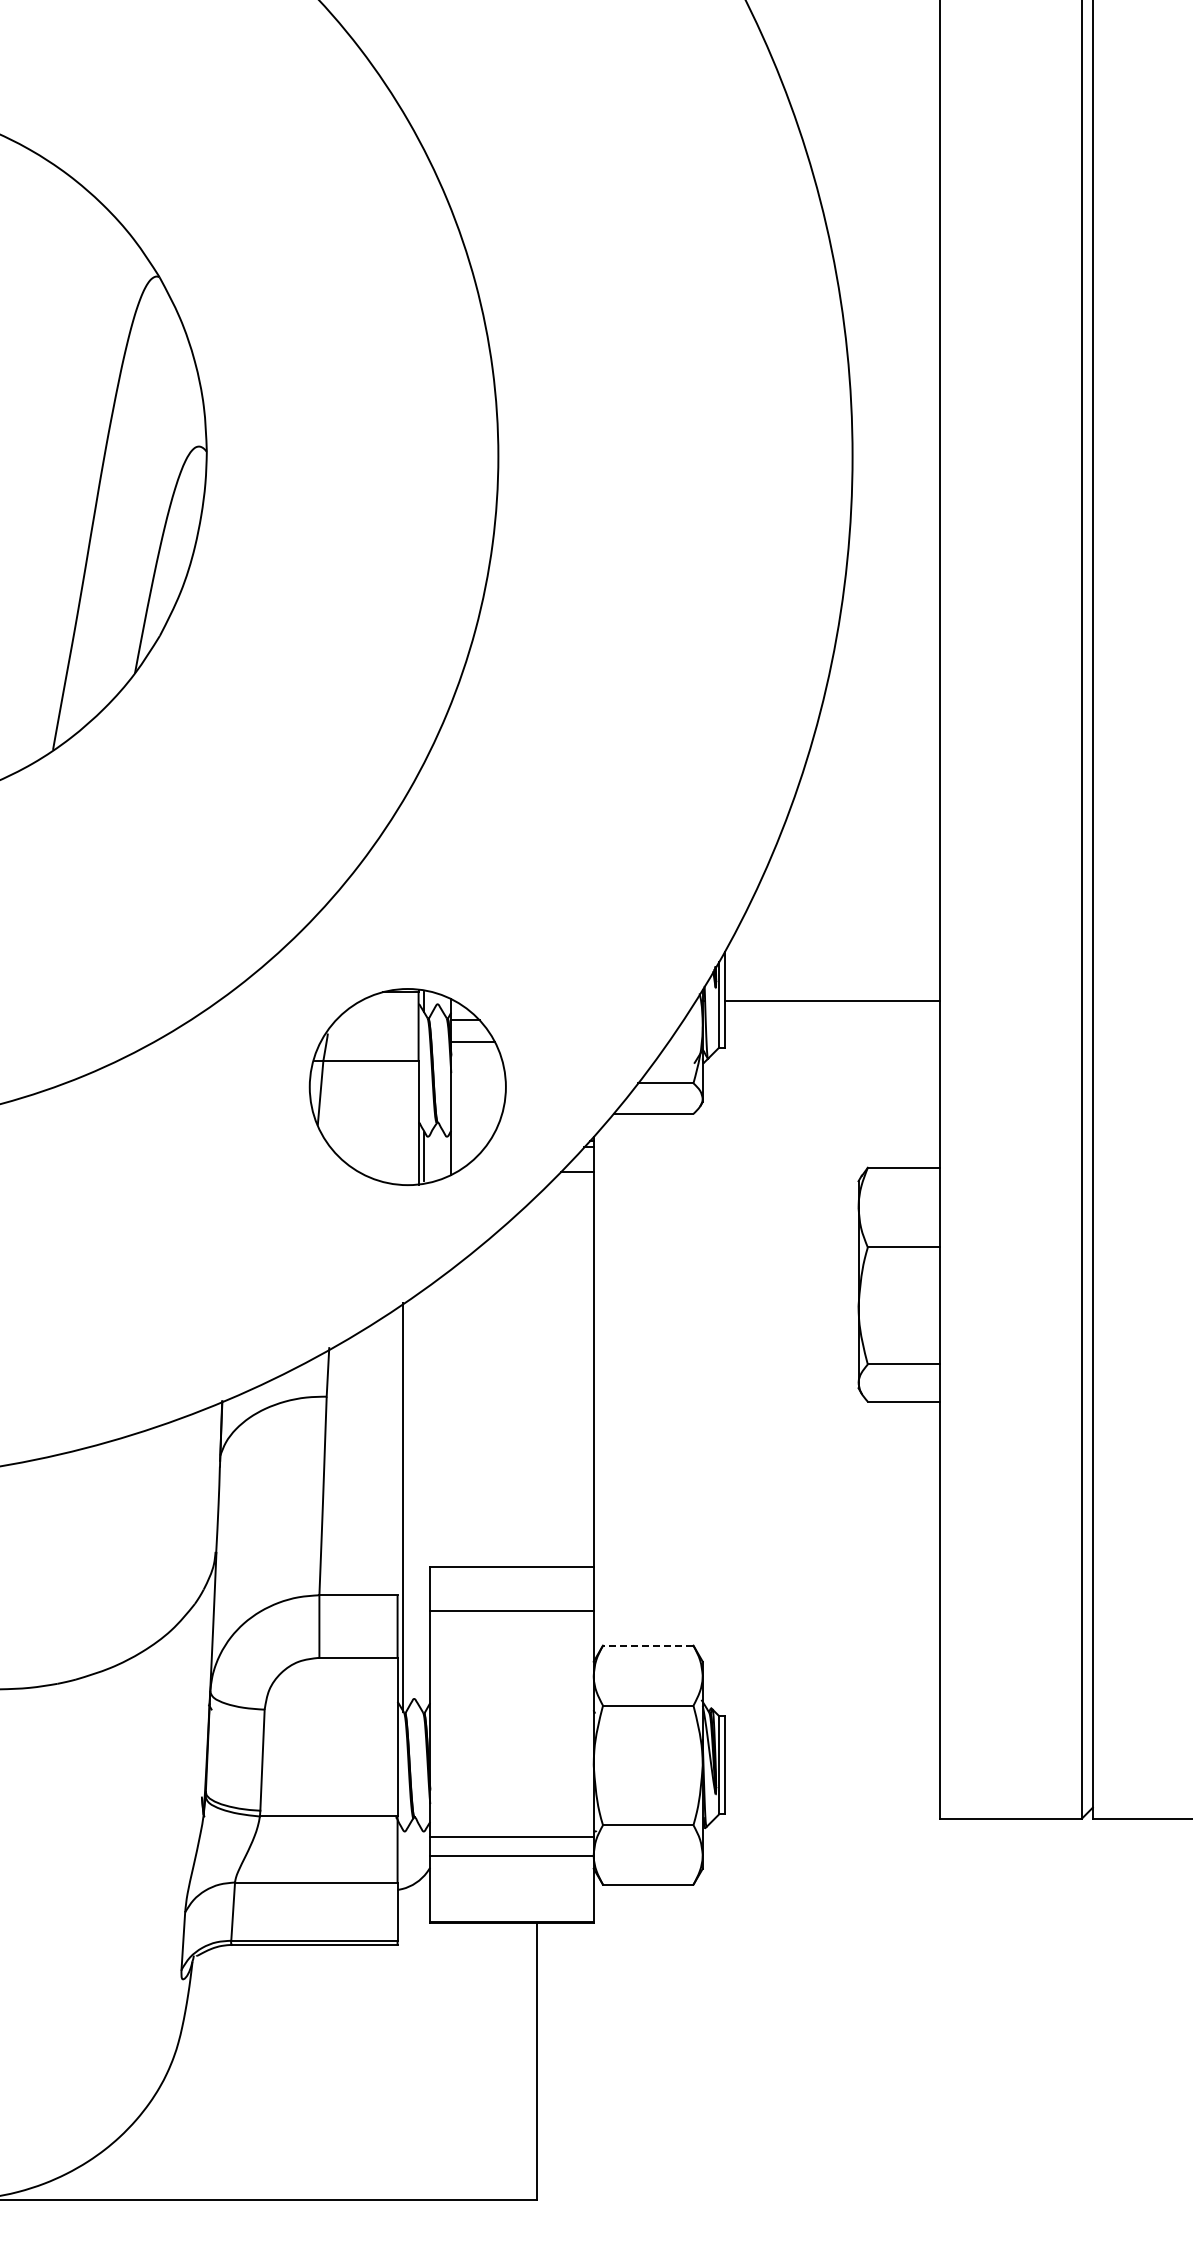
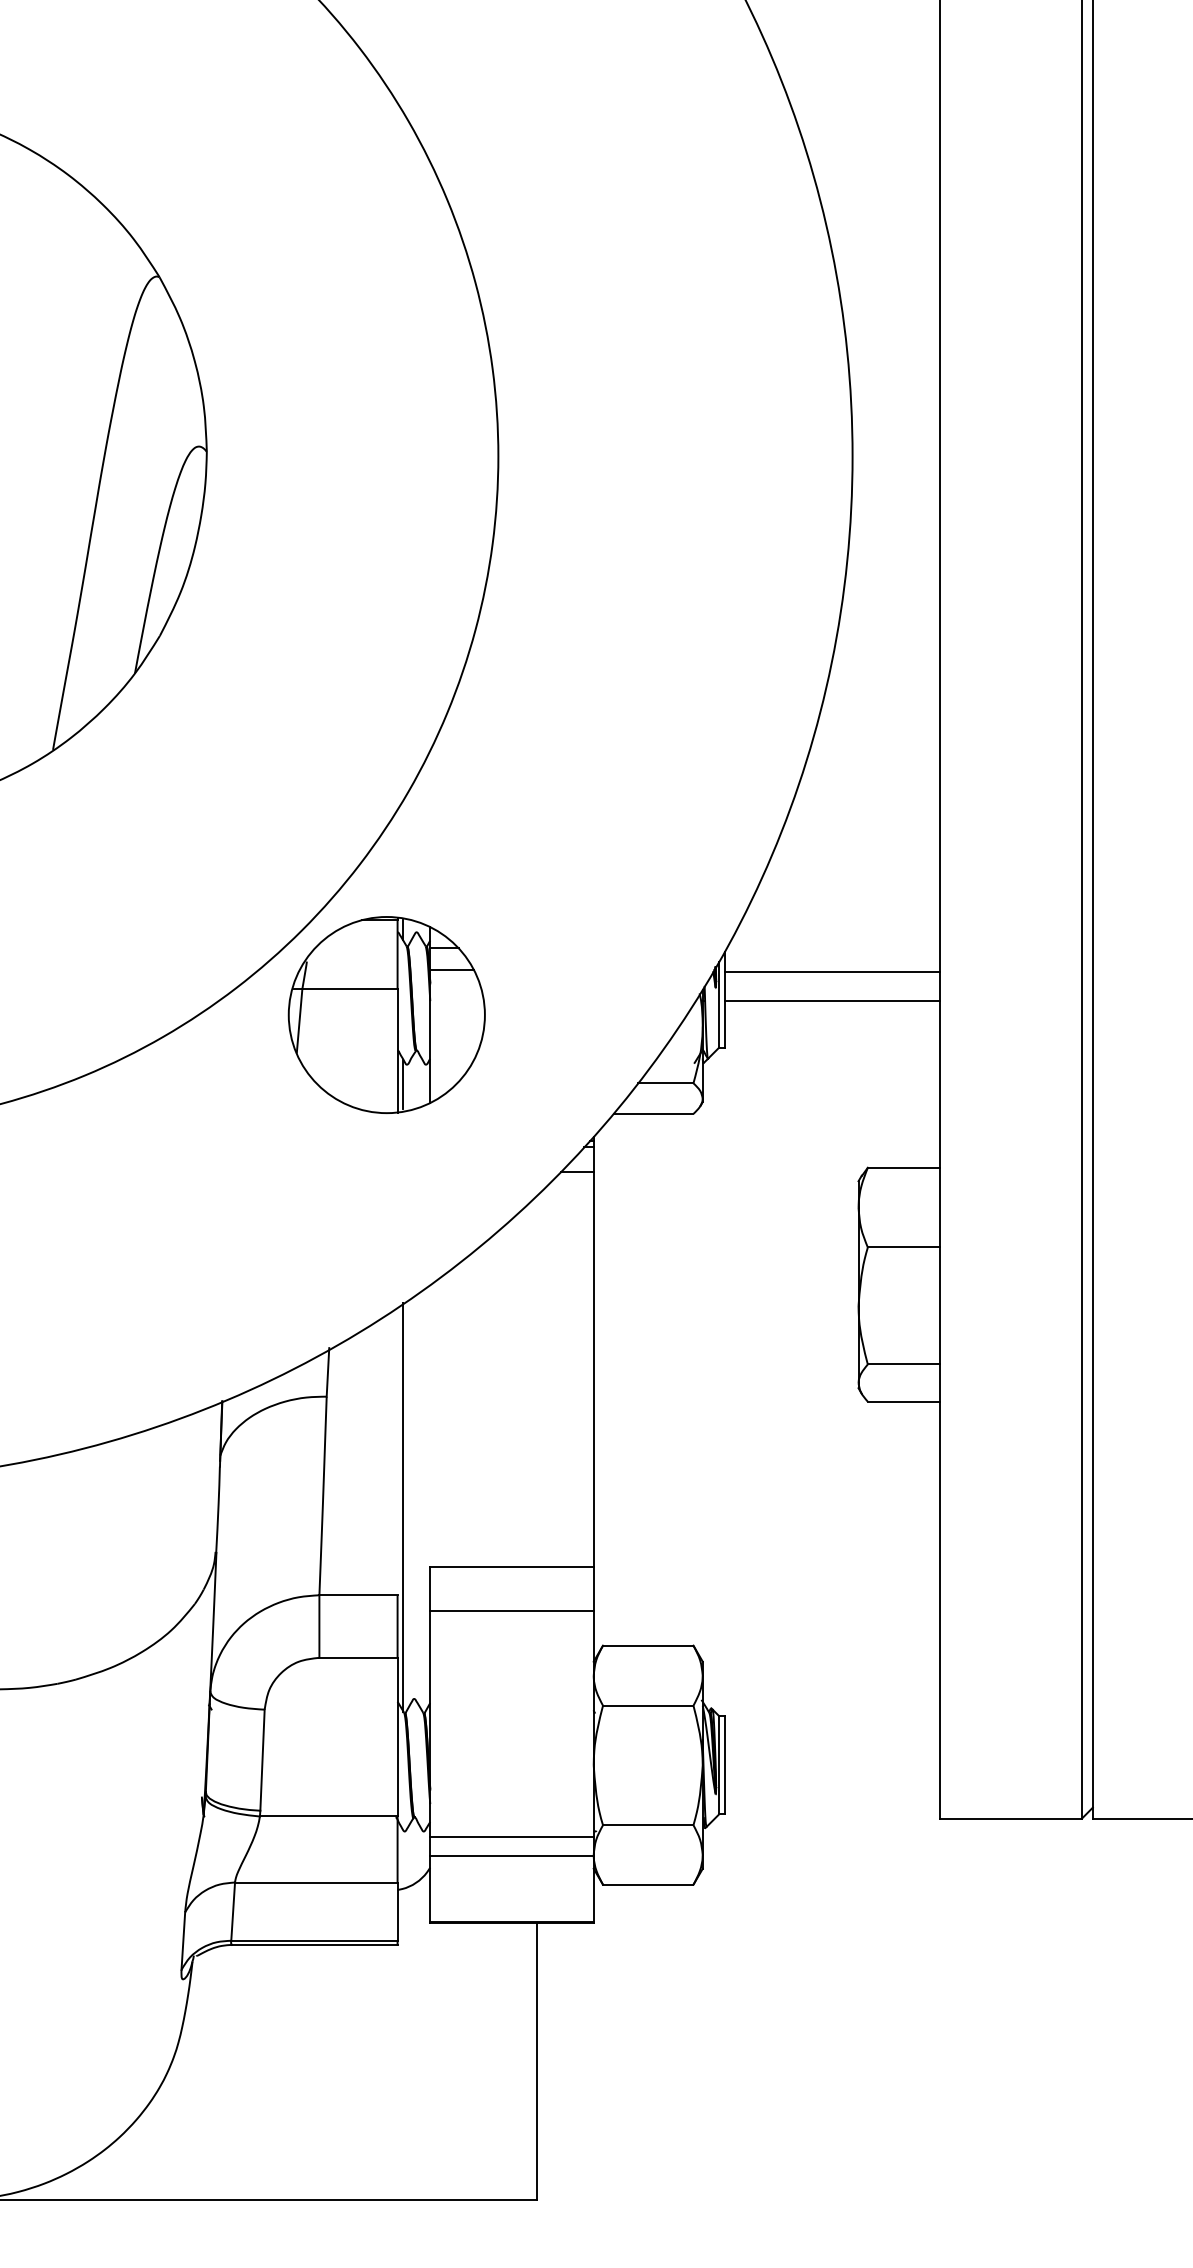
line at (832, 972): none -> present
part at (407, 1086) position: (407, 1086) -> (386, 1014)
line at (647, 1645): dashed -> solid
